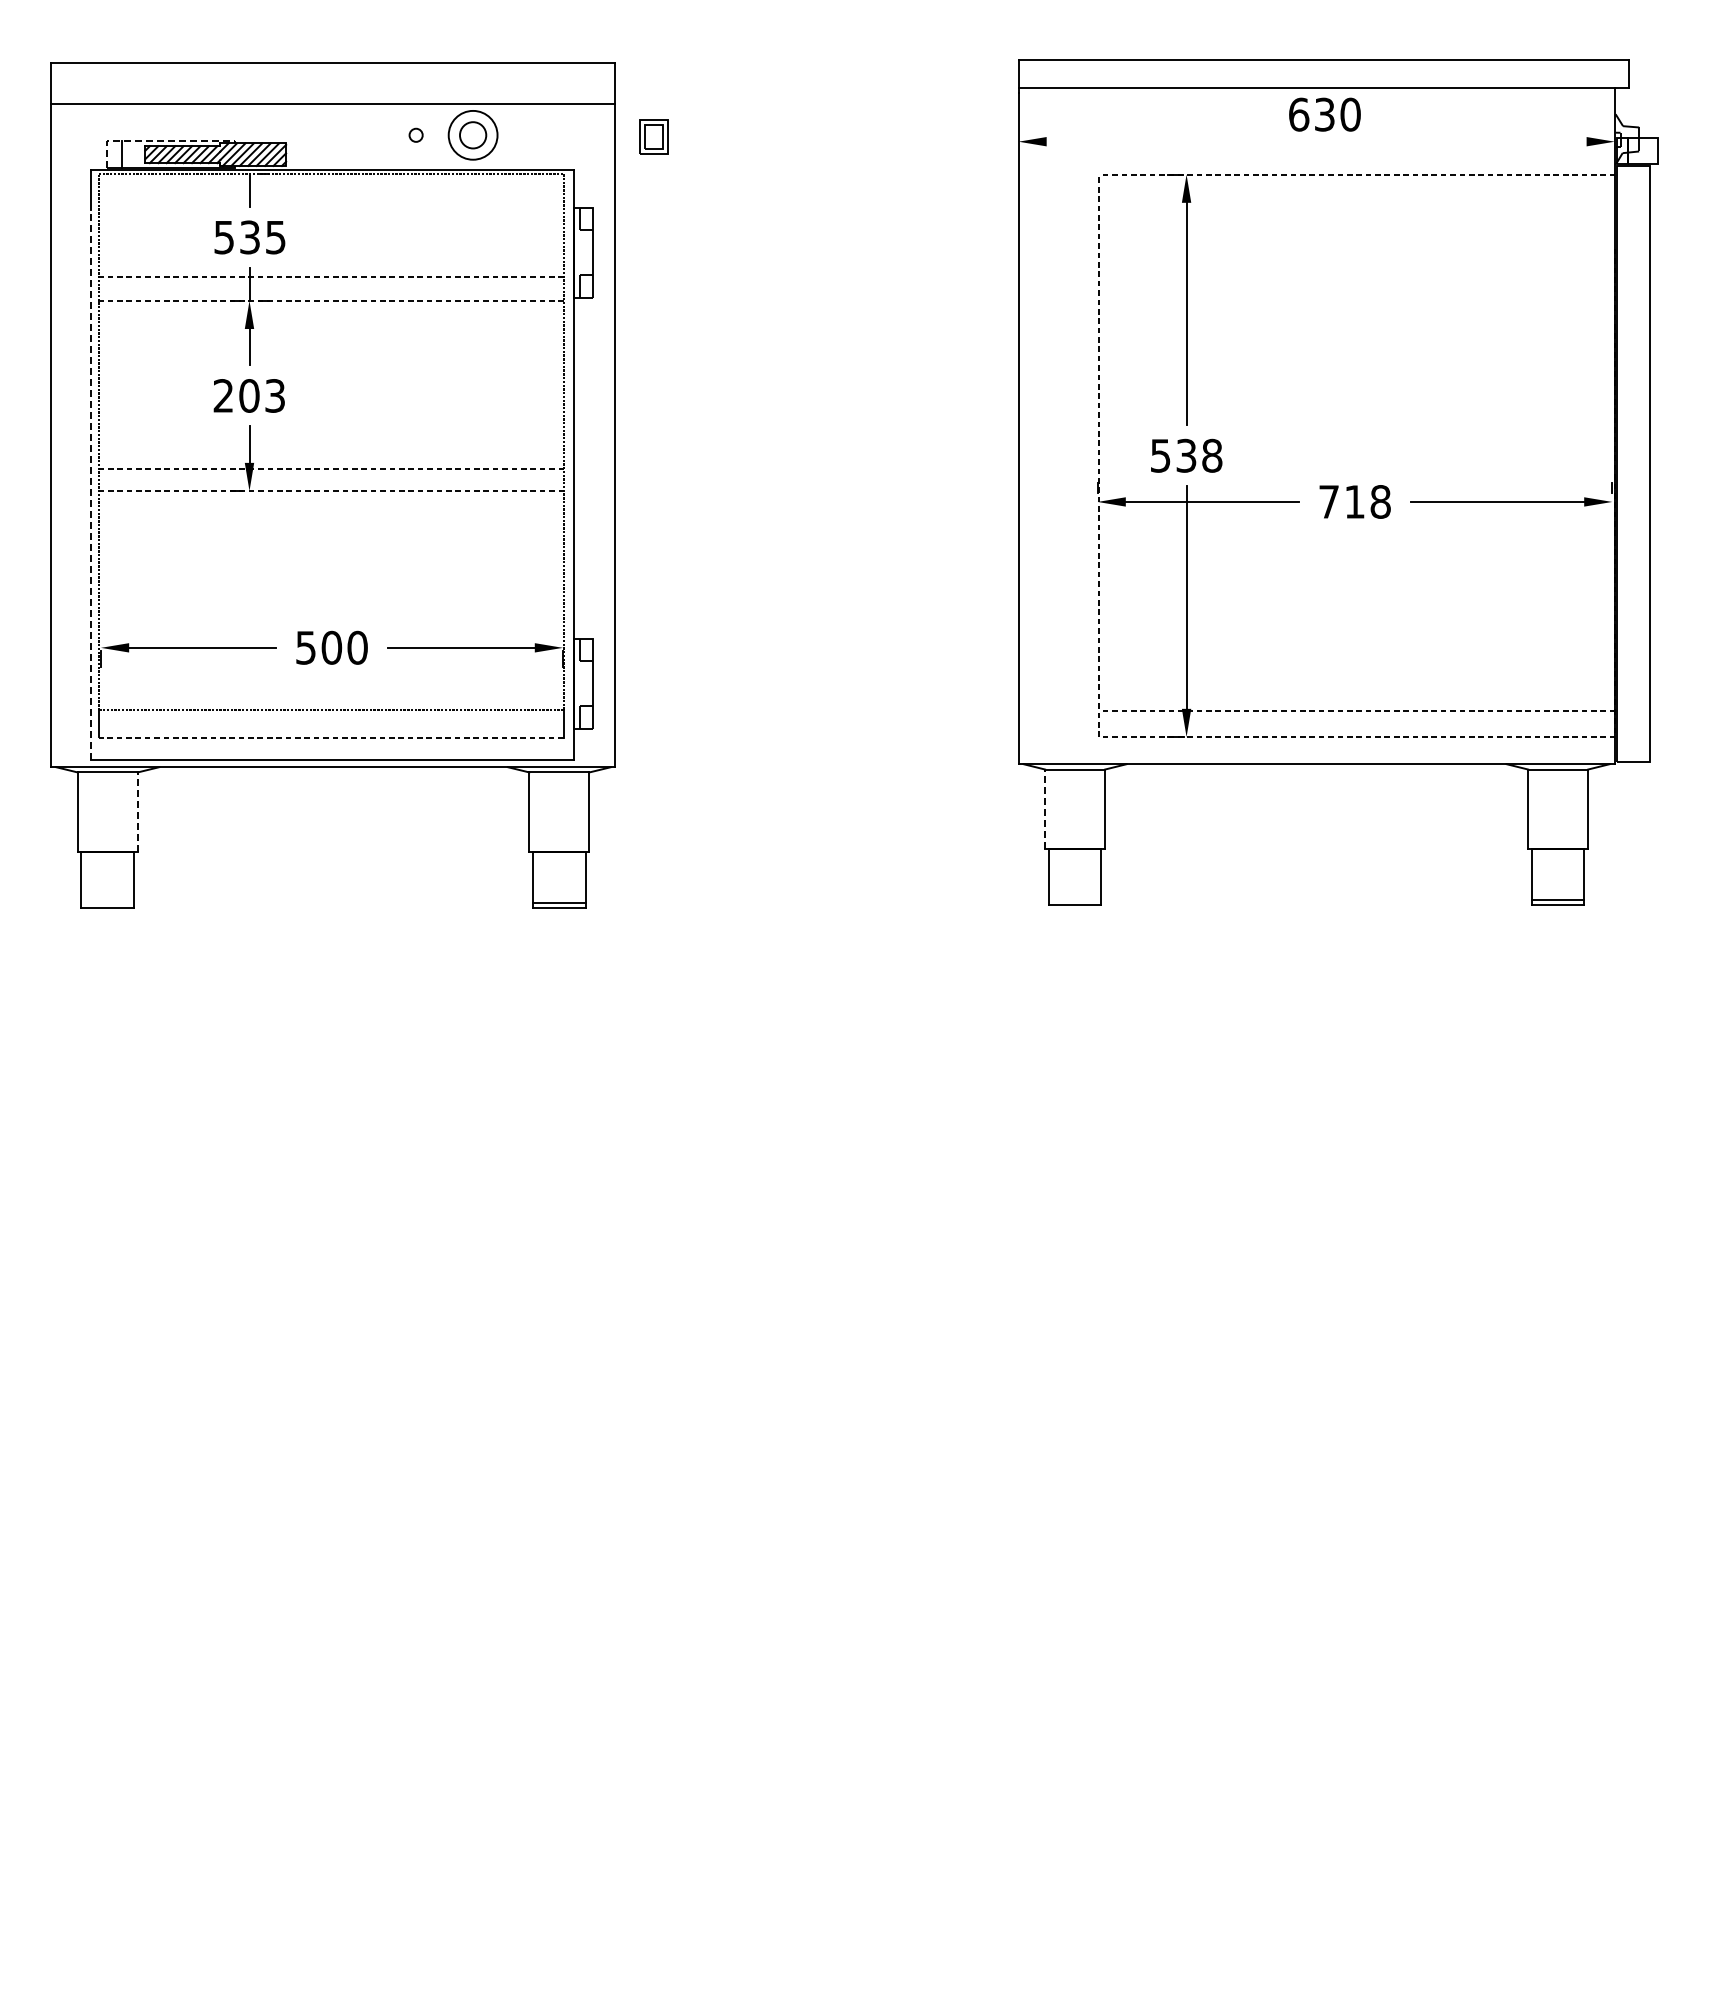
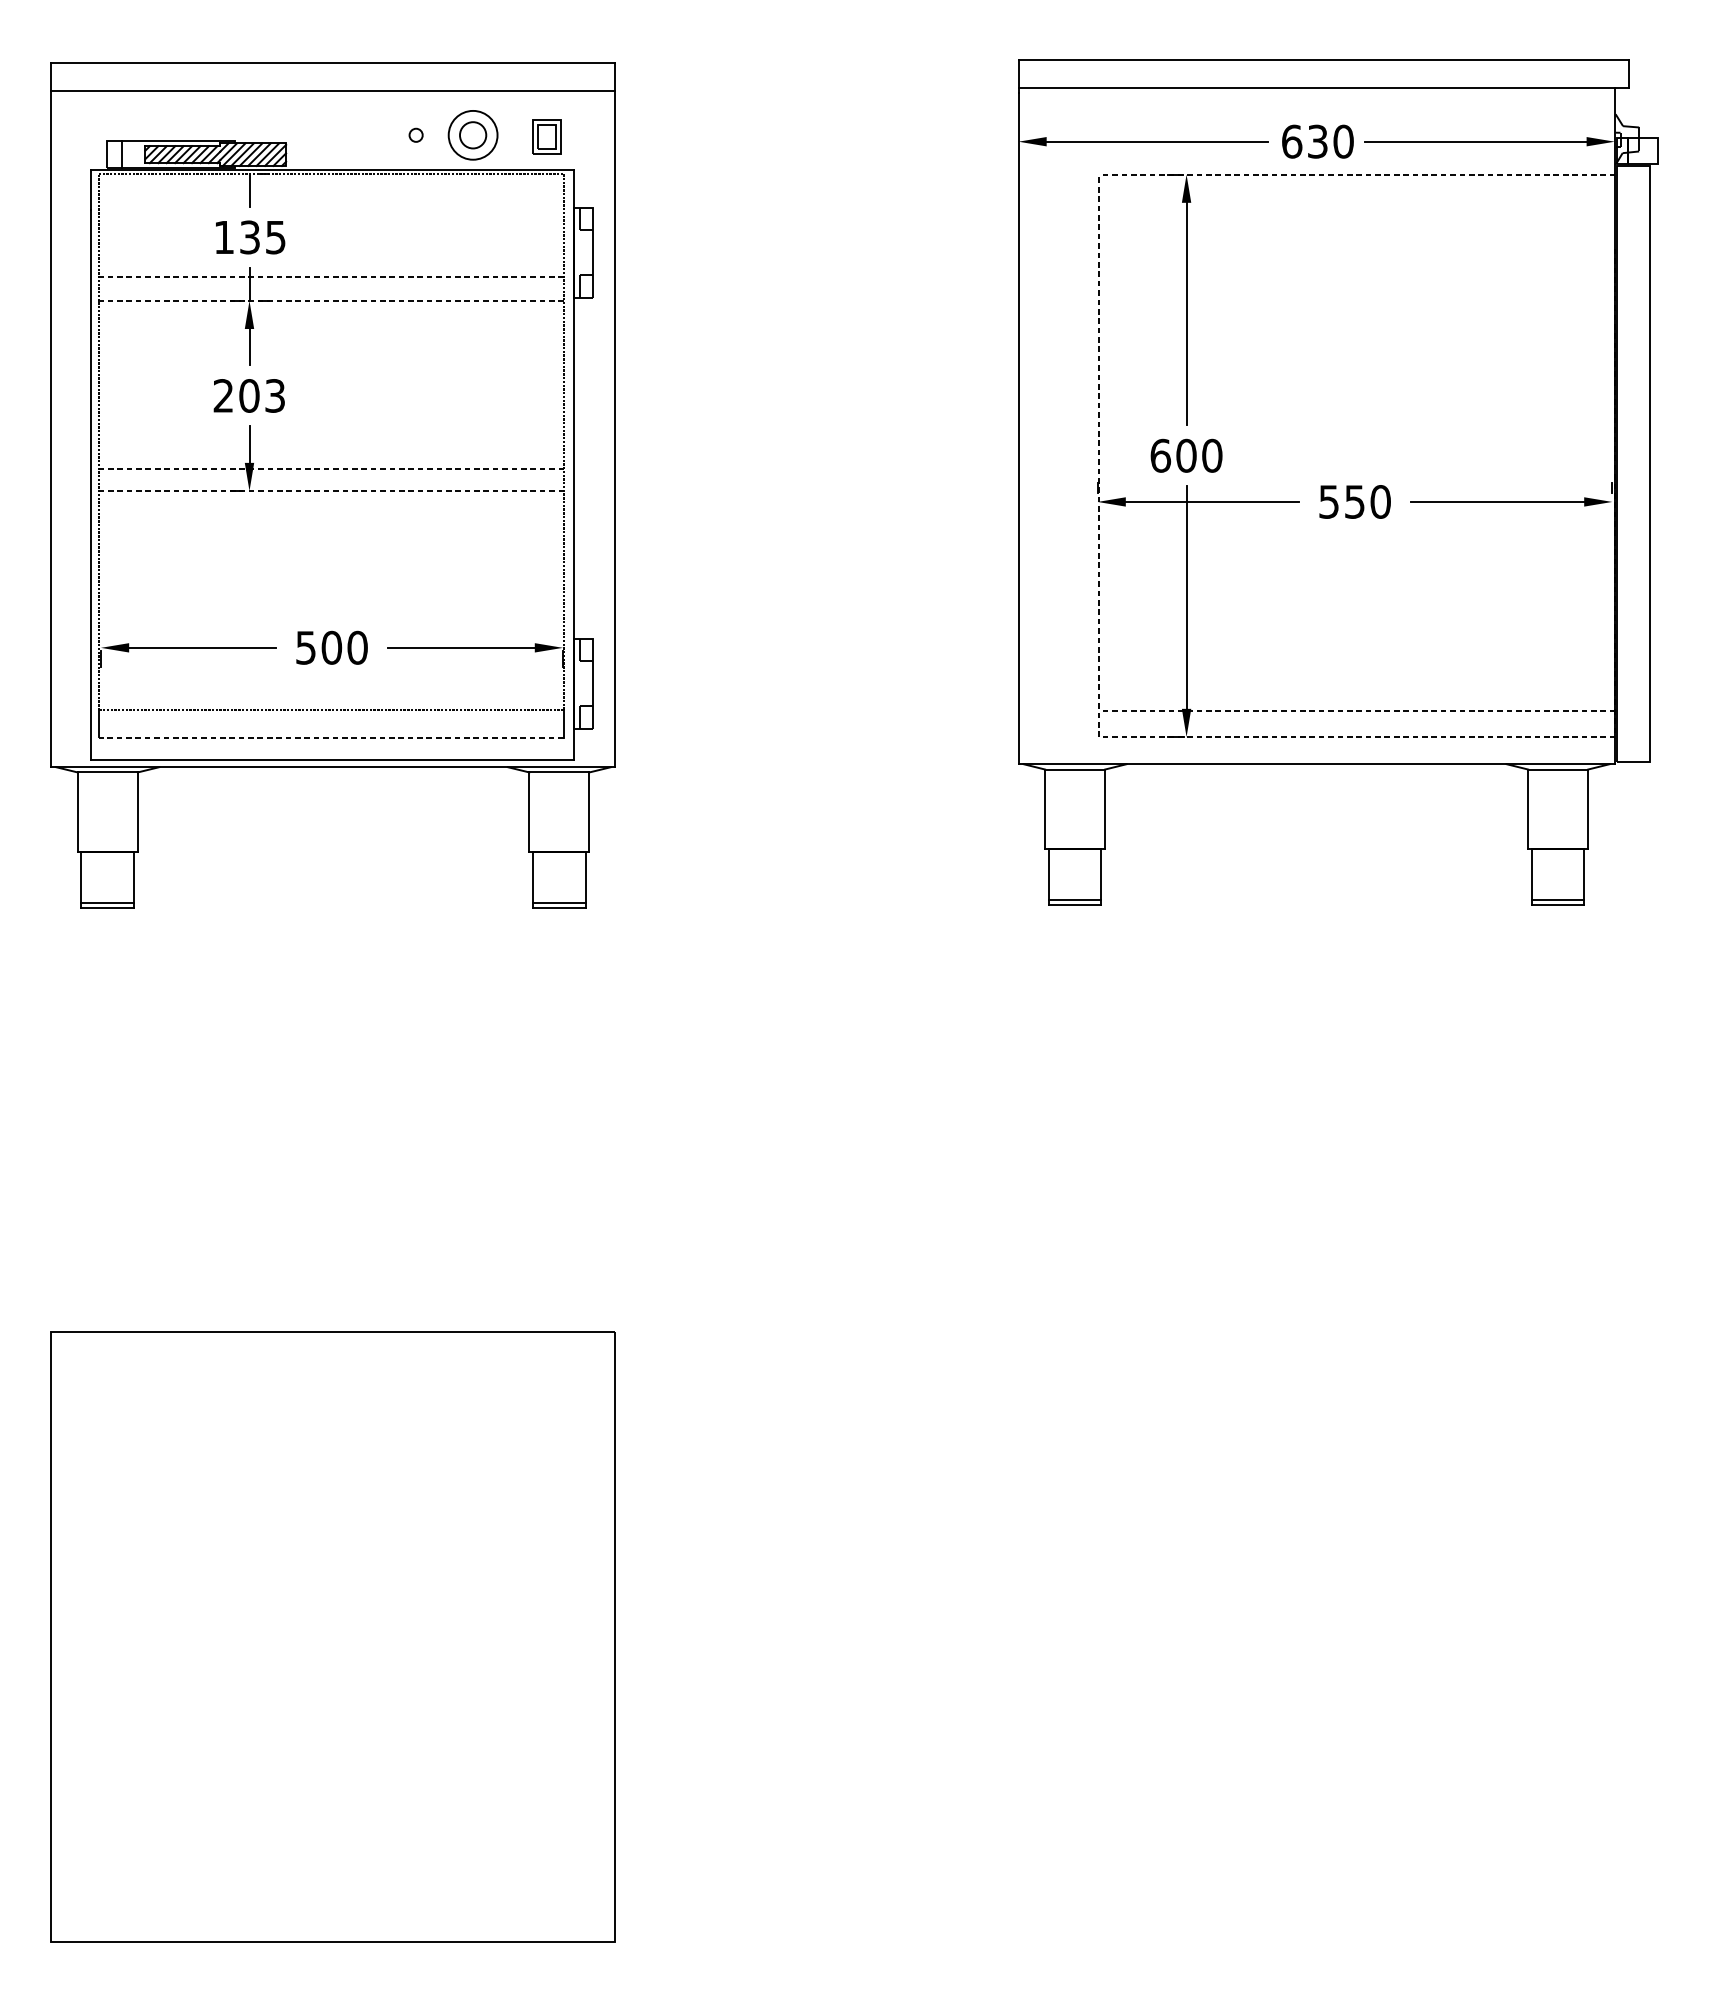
line at (332, 104) position: (332, 104) -> (332, 91)
text at (1324, 114) position: (1324, 114) -> (1317, 141)
part at (653, 136) position: (653, 136) -> (546, 136)
line at (158, 141): dashed -> solid
line at (1157, 141): none -> present
line at (1475, 141): none -> present
text at (223, 237): 535 -> 135
text at (1186, 455): 538 -> 600
line at (91, 485): dashed -> solid
text at (1354, 501): 718 -> 550
line at (1045, 809): dashed -> solid
line at (137, 812): dashed -> solid
line at (1074, 900): none -> present
line at (107, 903): none -> present
part at (332, 1636): none -> present
